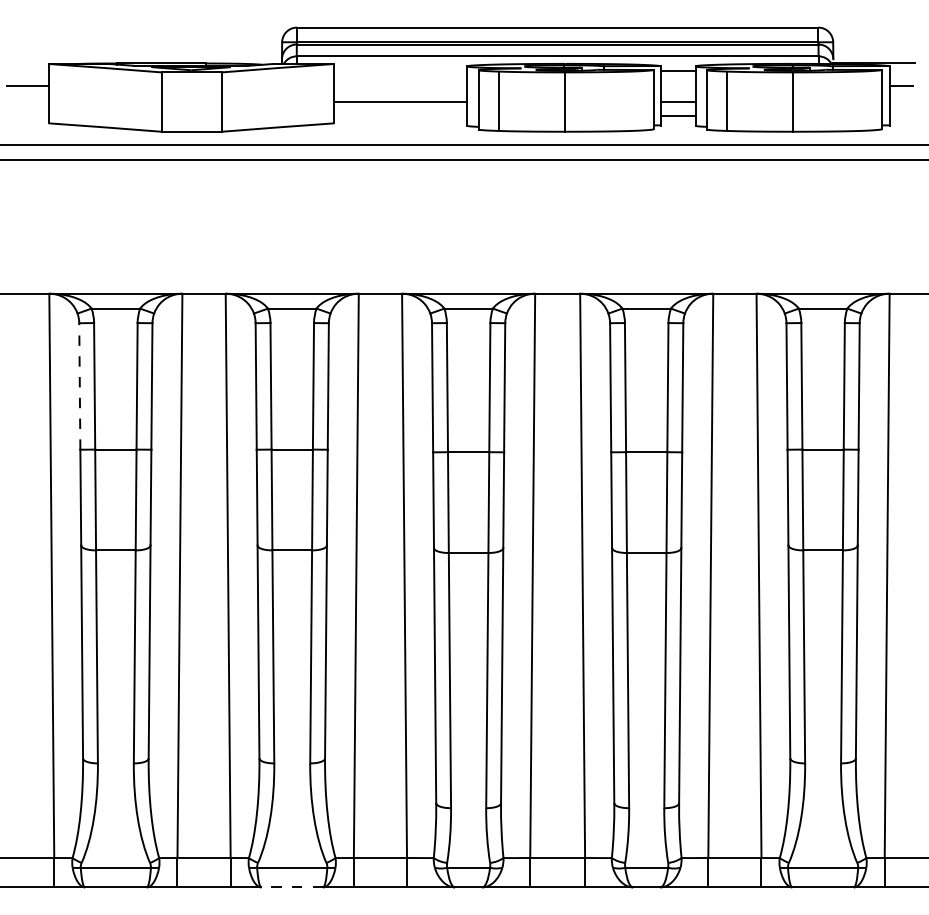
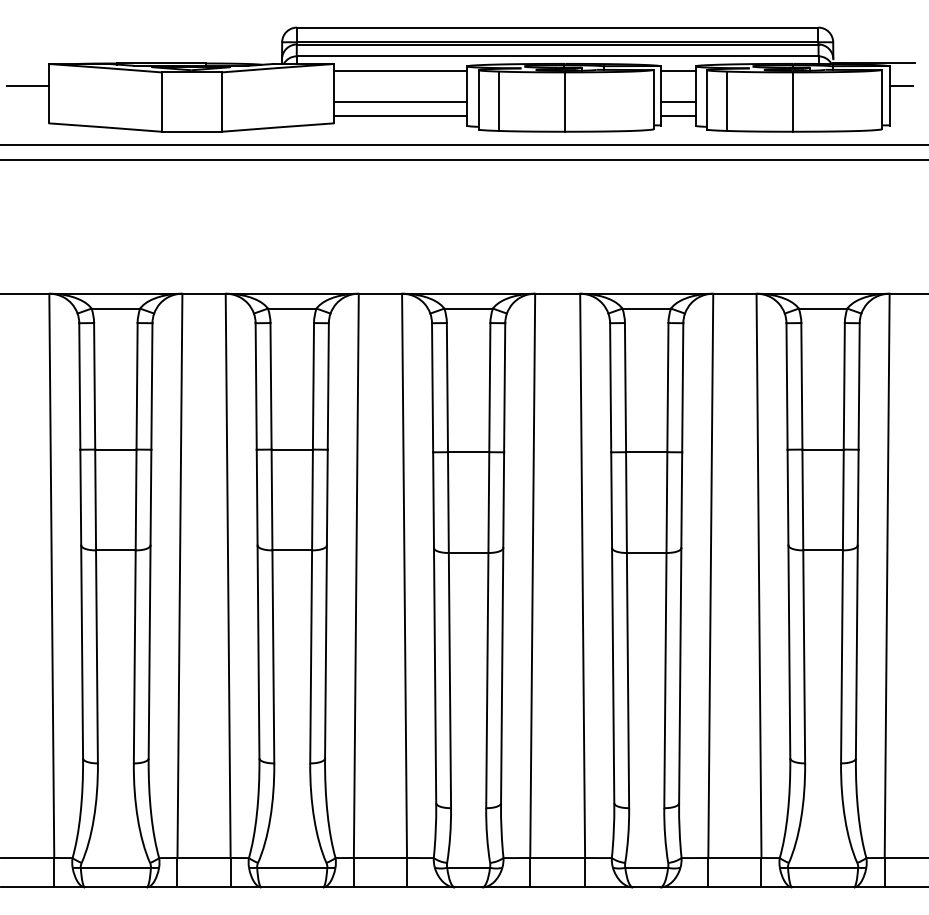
line at (400, 71): none -> present
line at (400, 116): none -> present
line at (79, 385): dashed -> solid
line at (292, 887): dashed -> solid
